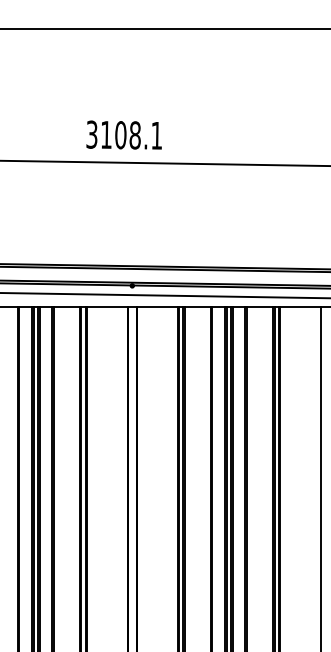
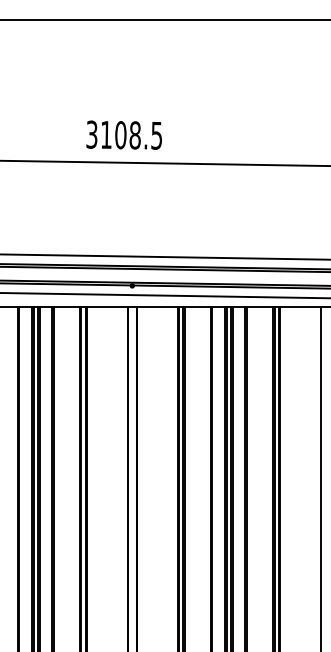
line at (164, 28) position: (164, 28) -> (164, 19)
text at (156, 135): 3108.1 -> 3108.5
line at (164, 256): none -> present
